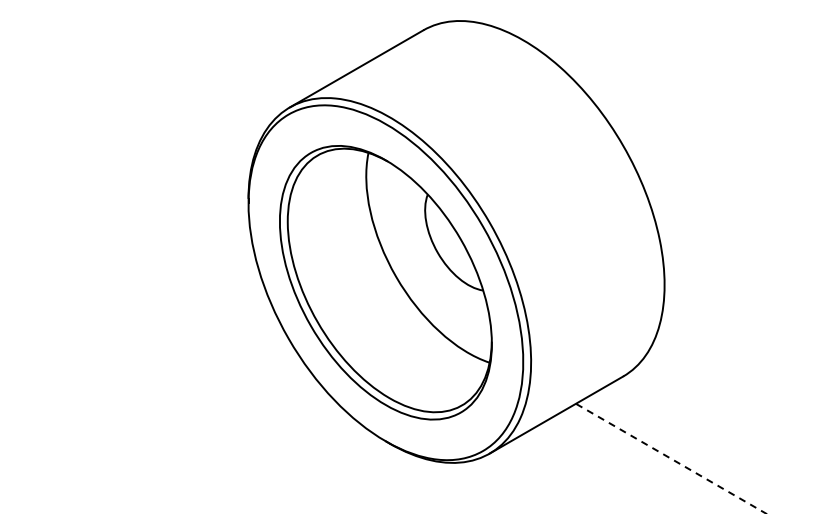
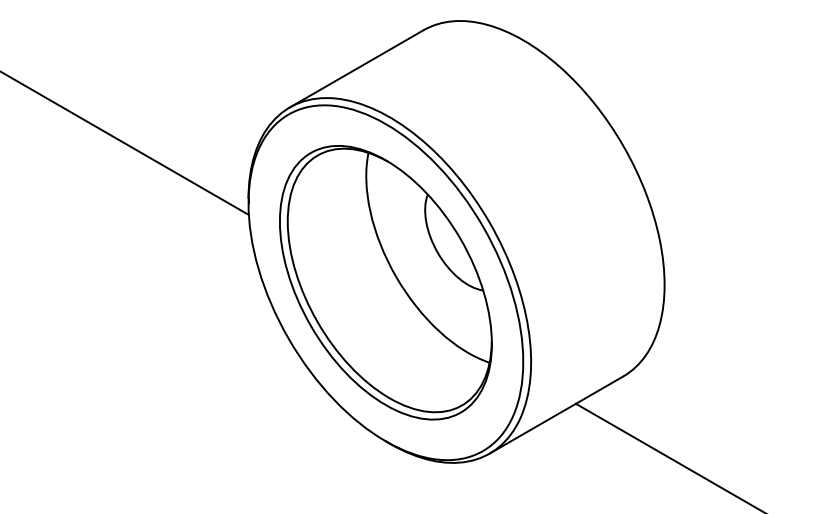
line at (125, 143): none -> present
line at (671, 458): dashed -> solid
